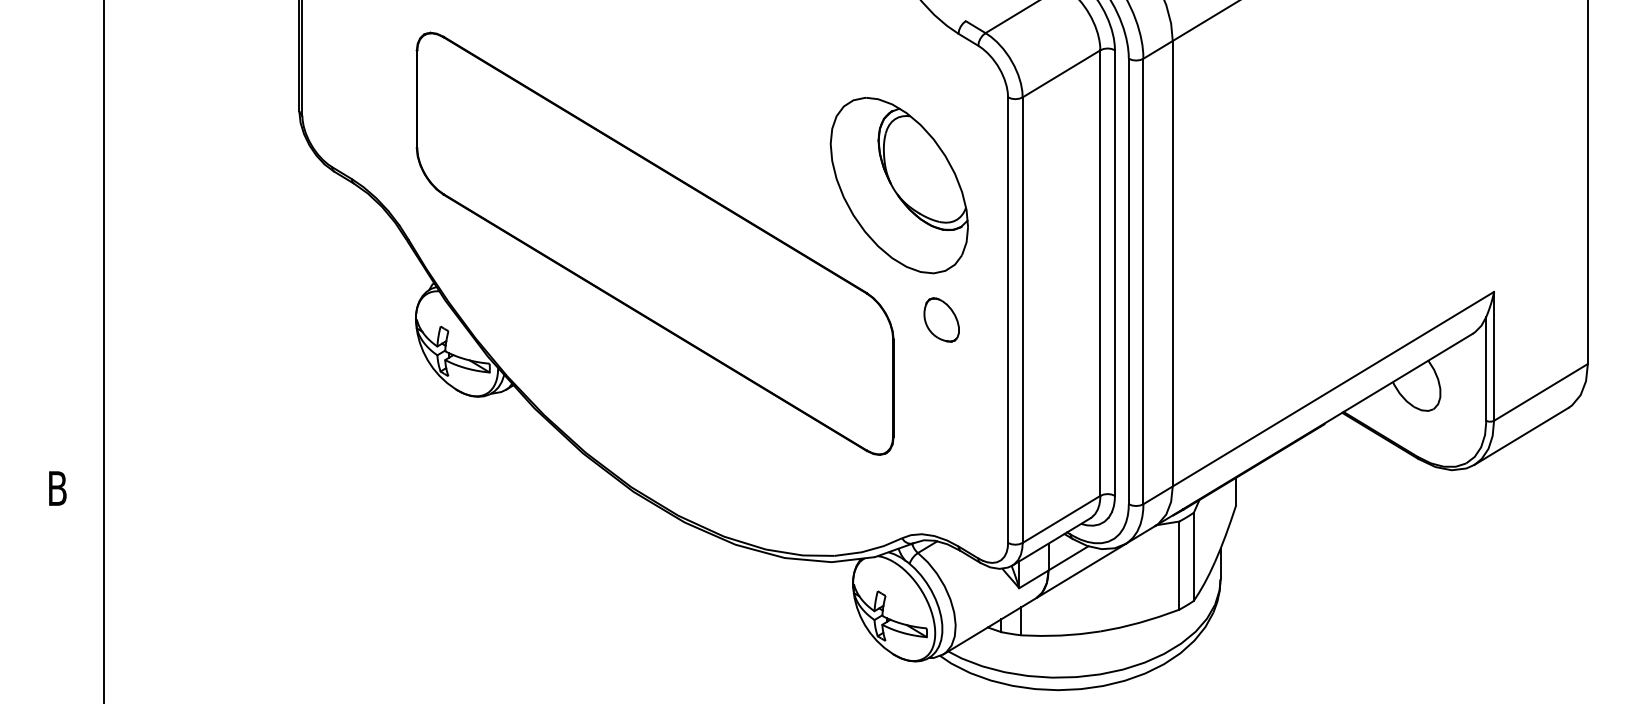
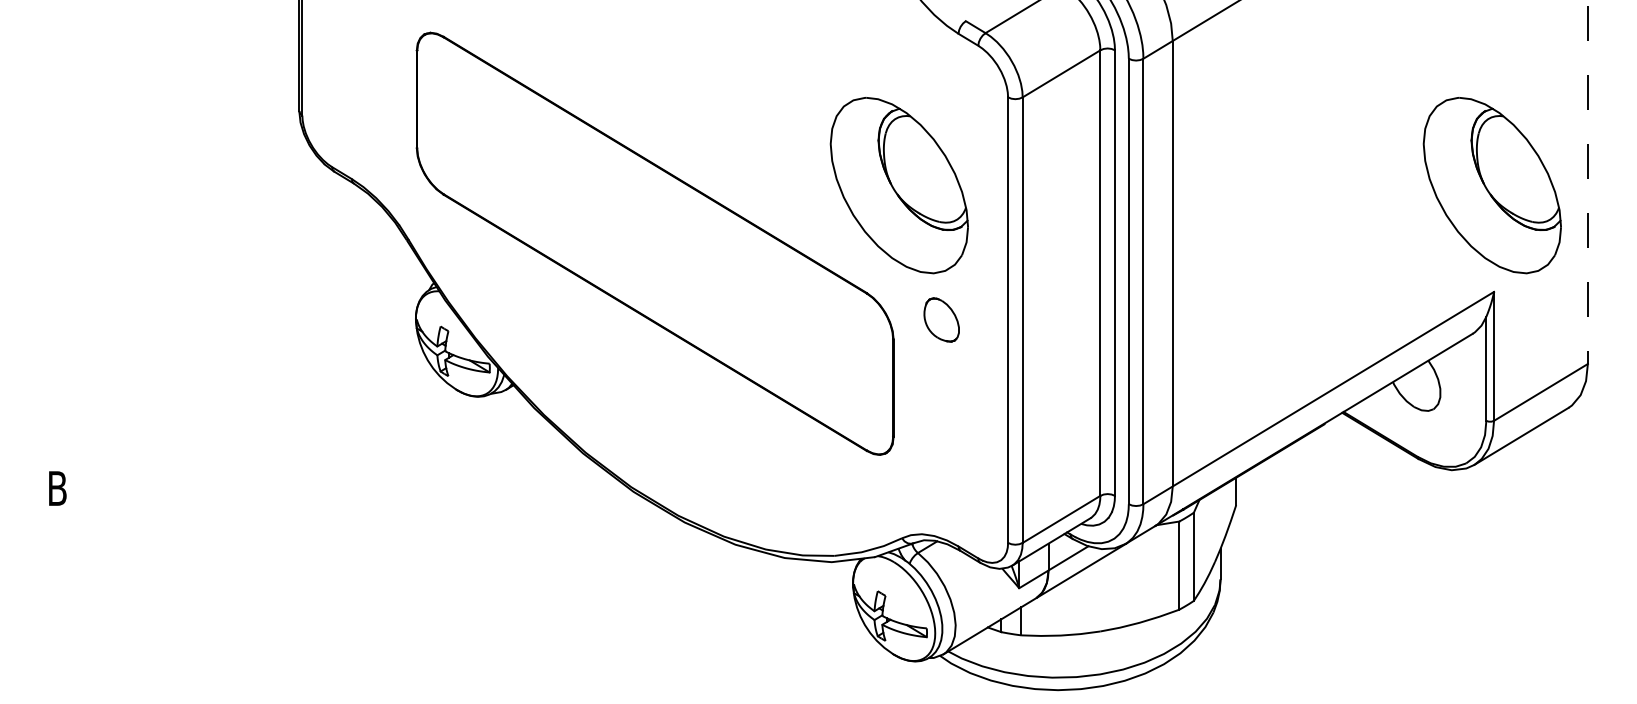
line at (1587, 182): solid -> dashed
part at (1491, 185): none -> present
line at (103, 351): present -> none
